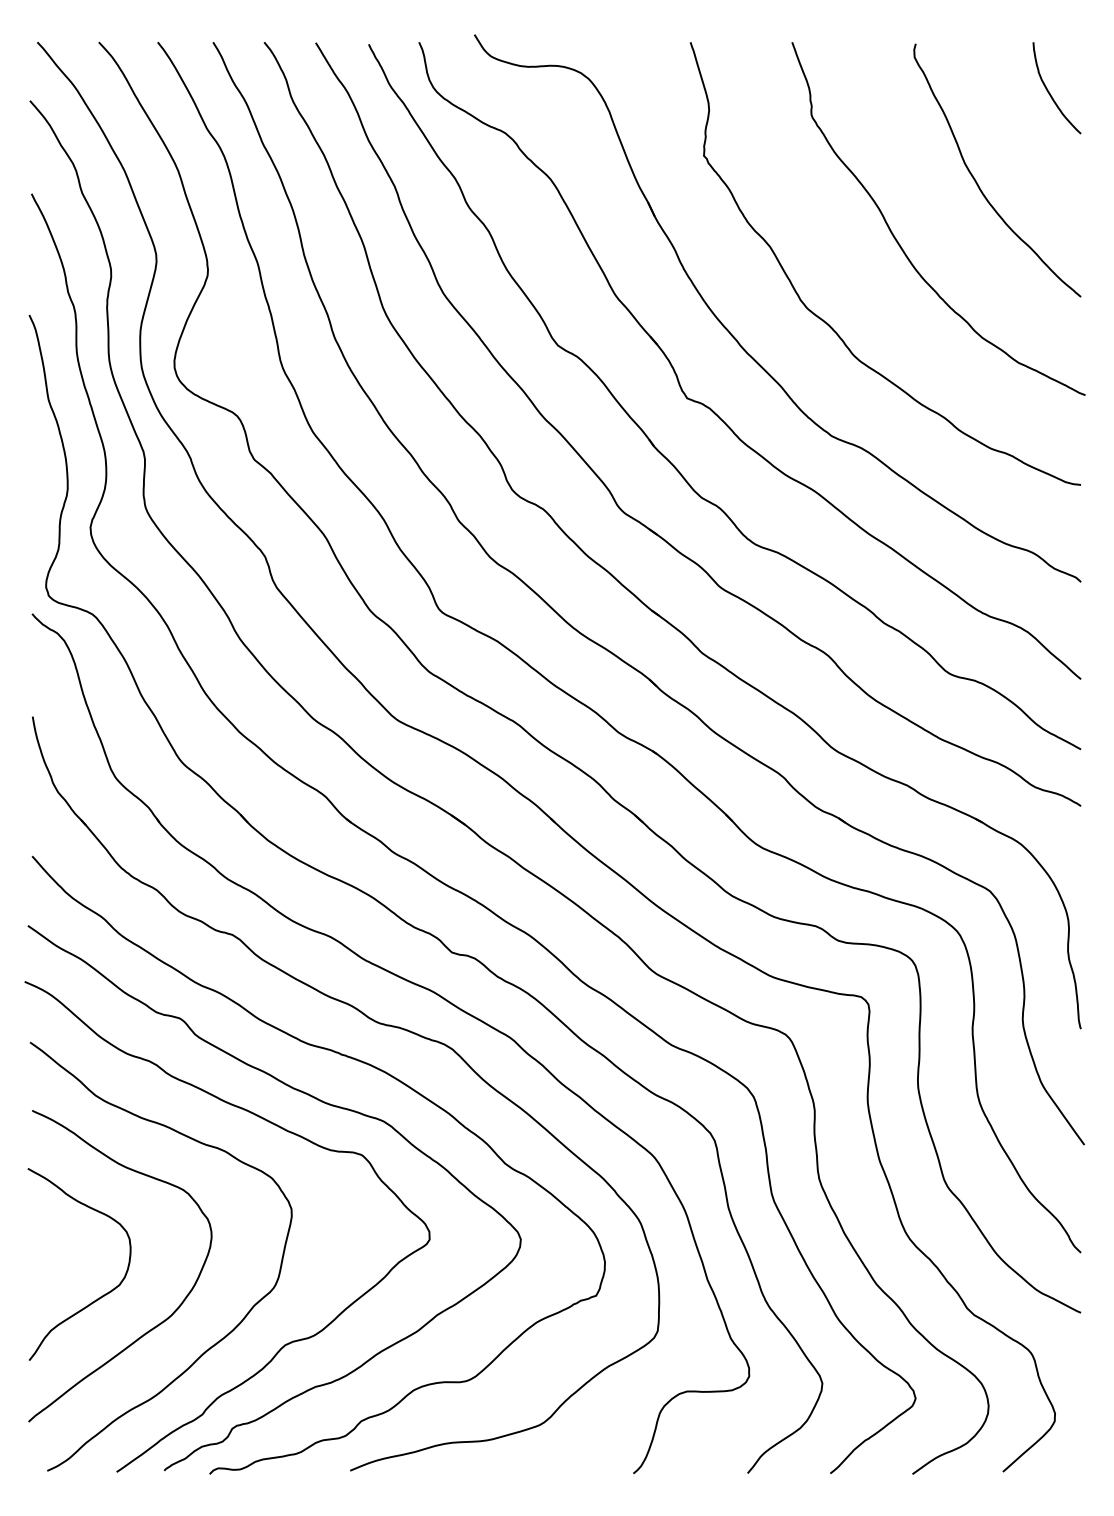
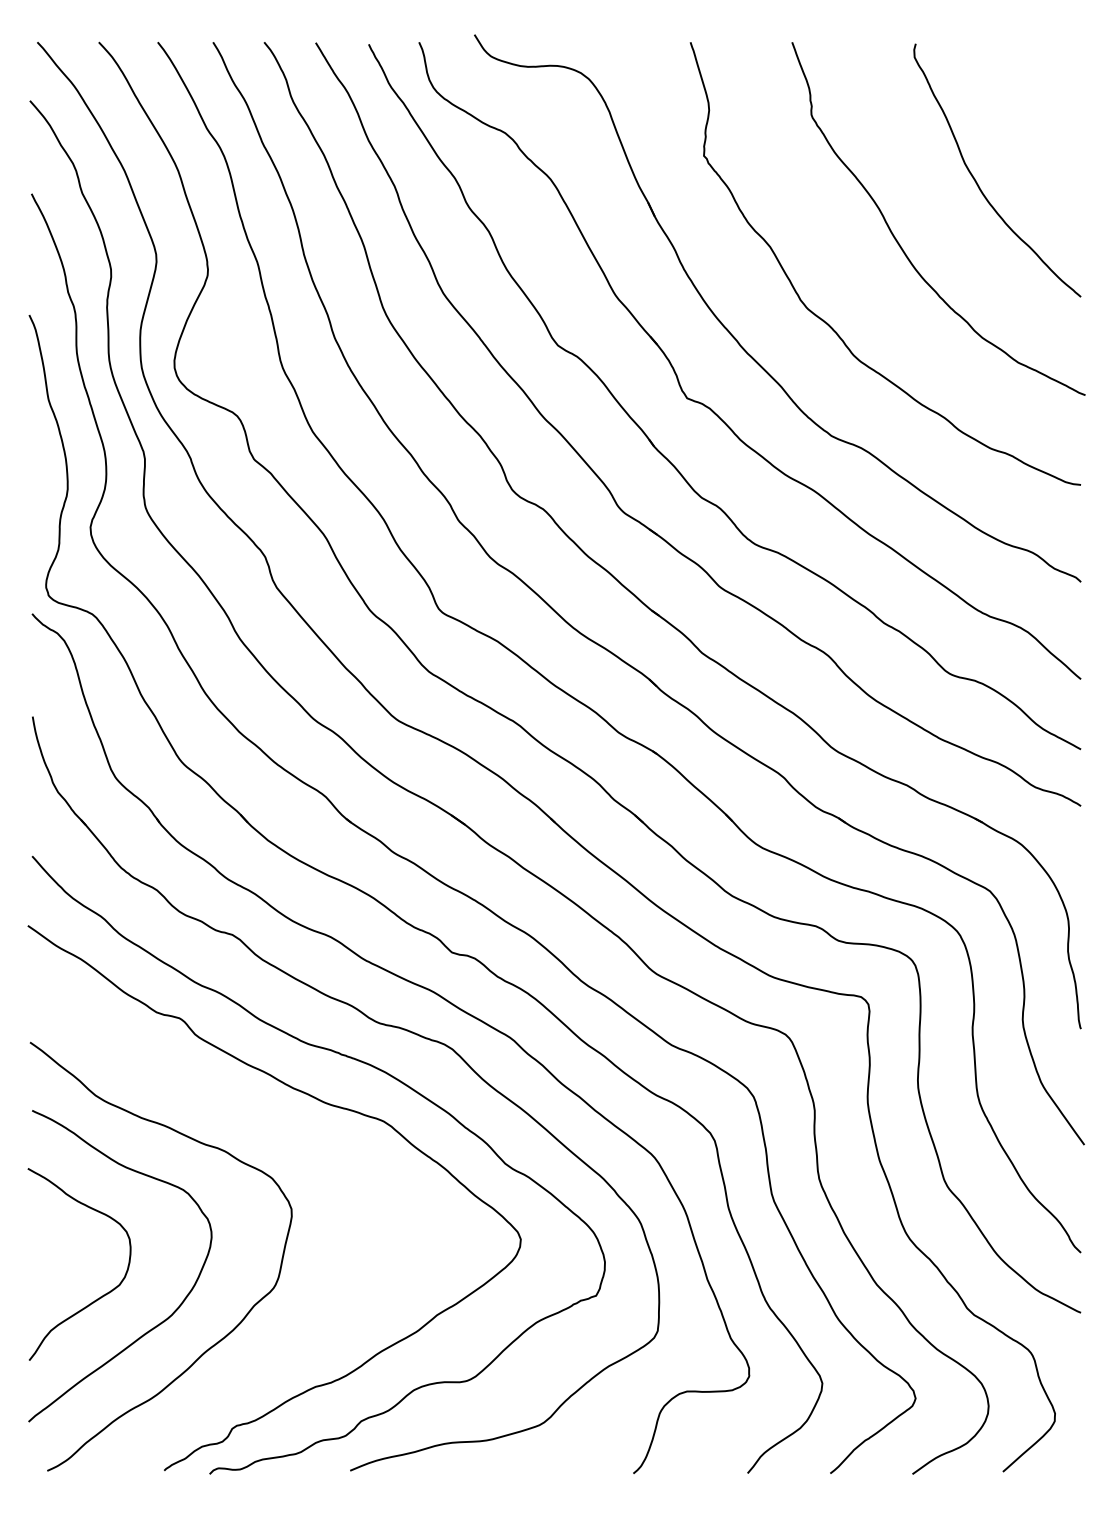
curve at (1049, 91): present -> none
curve at (276, 1126): present -> none
